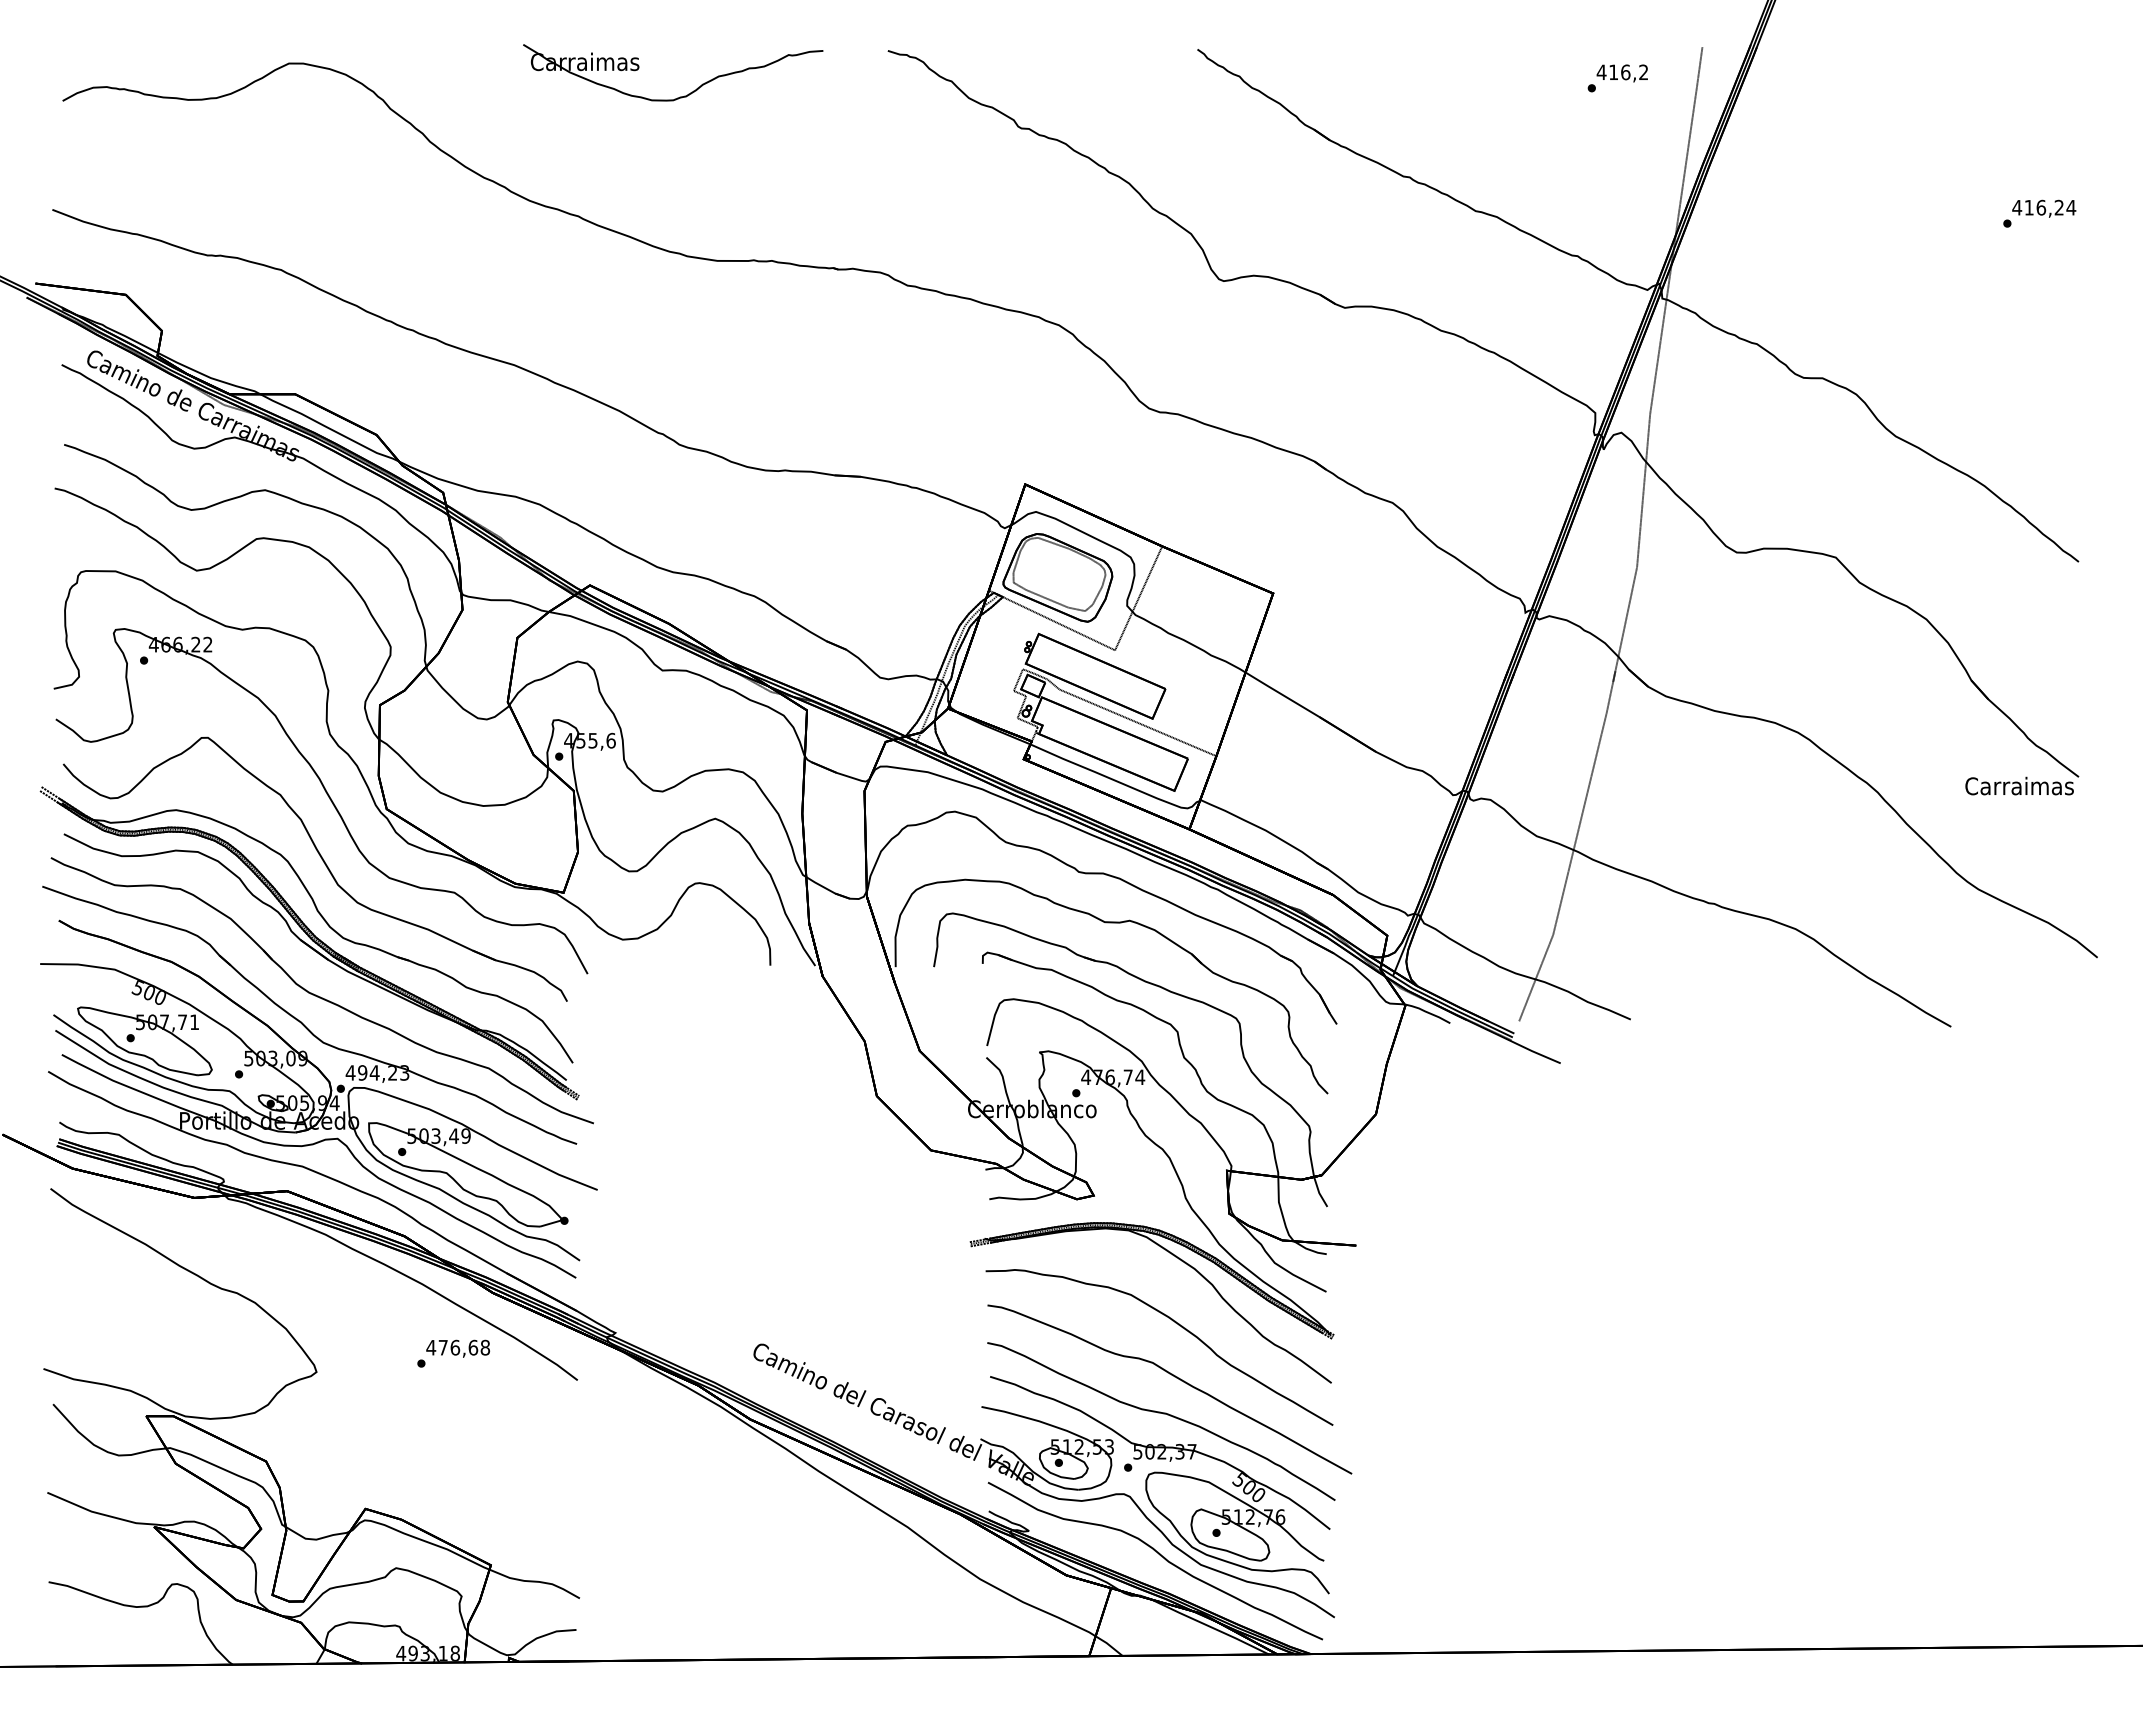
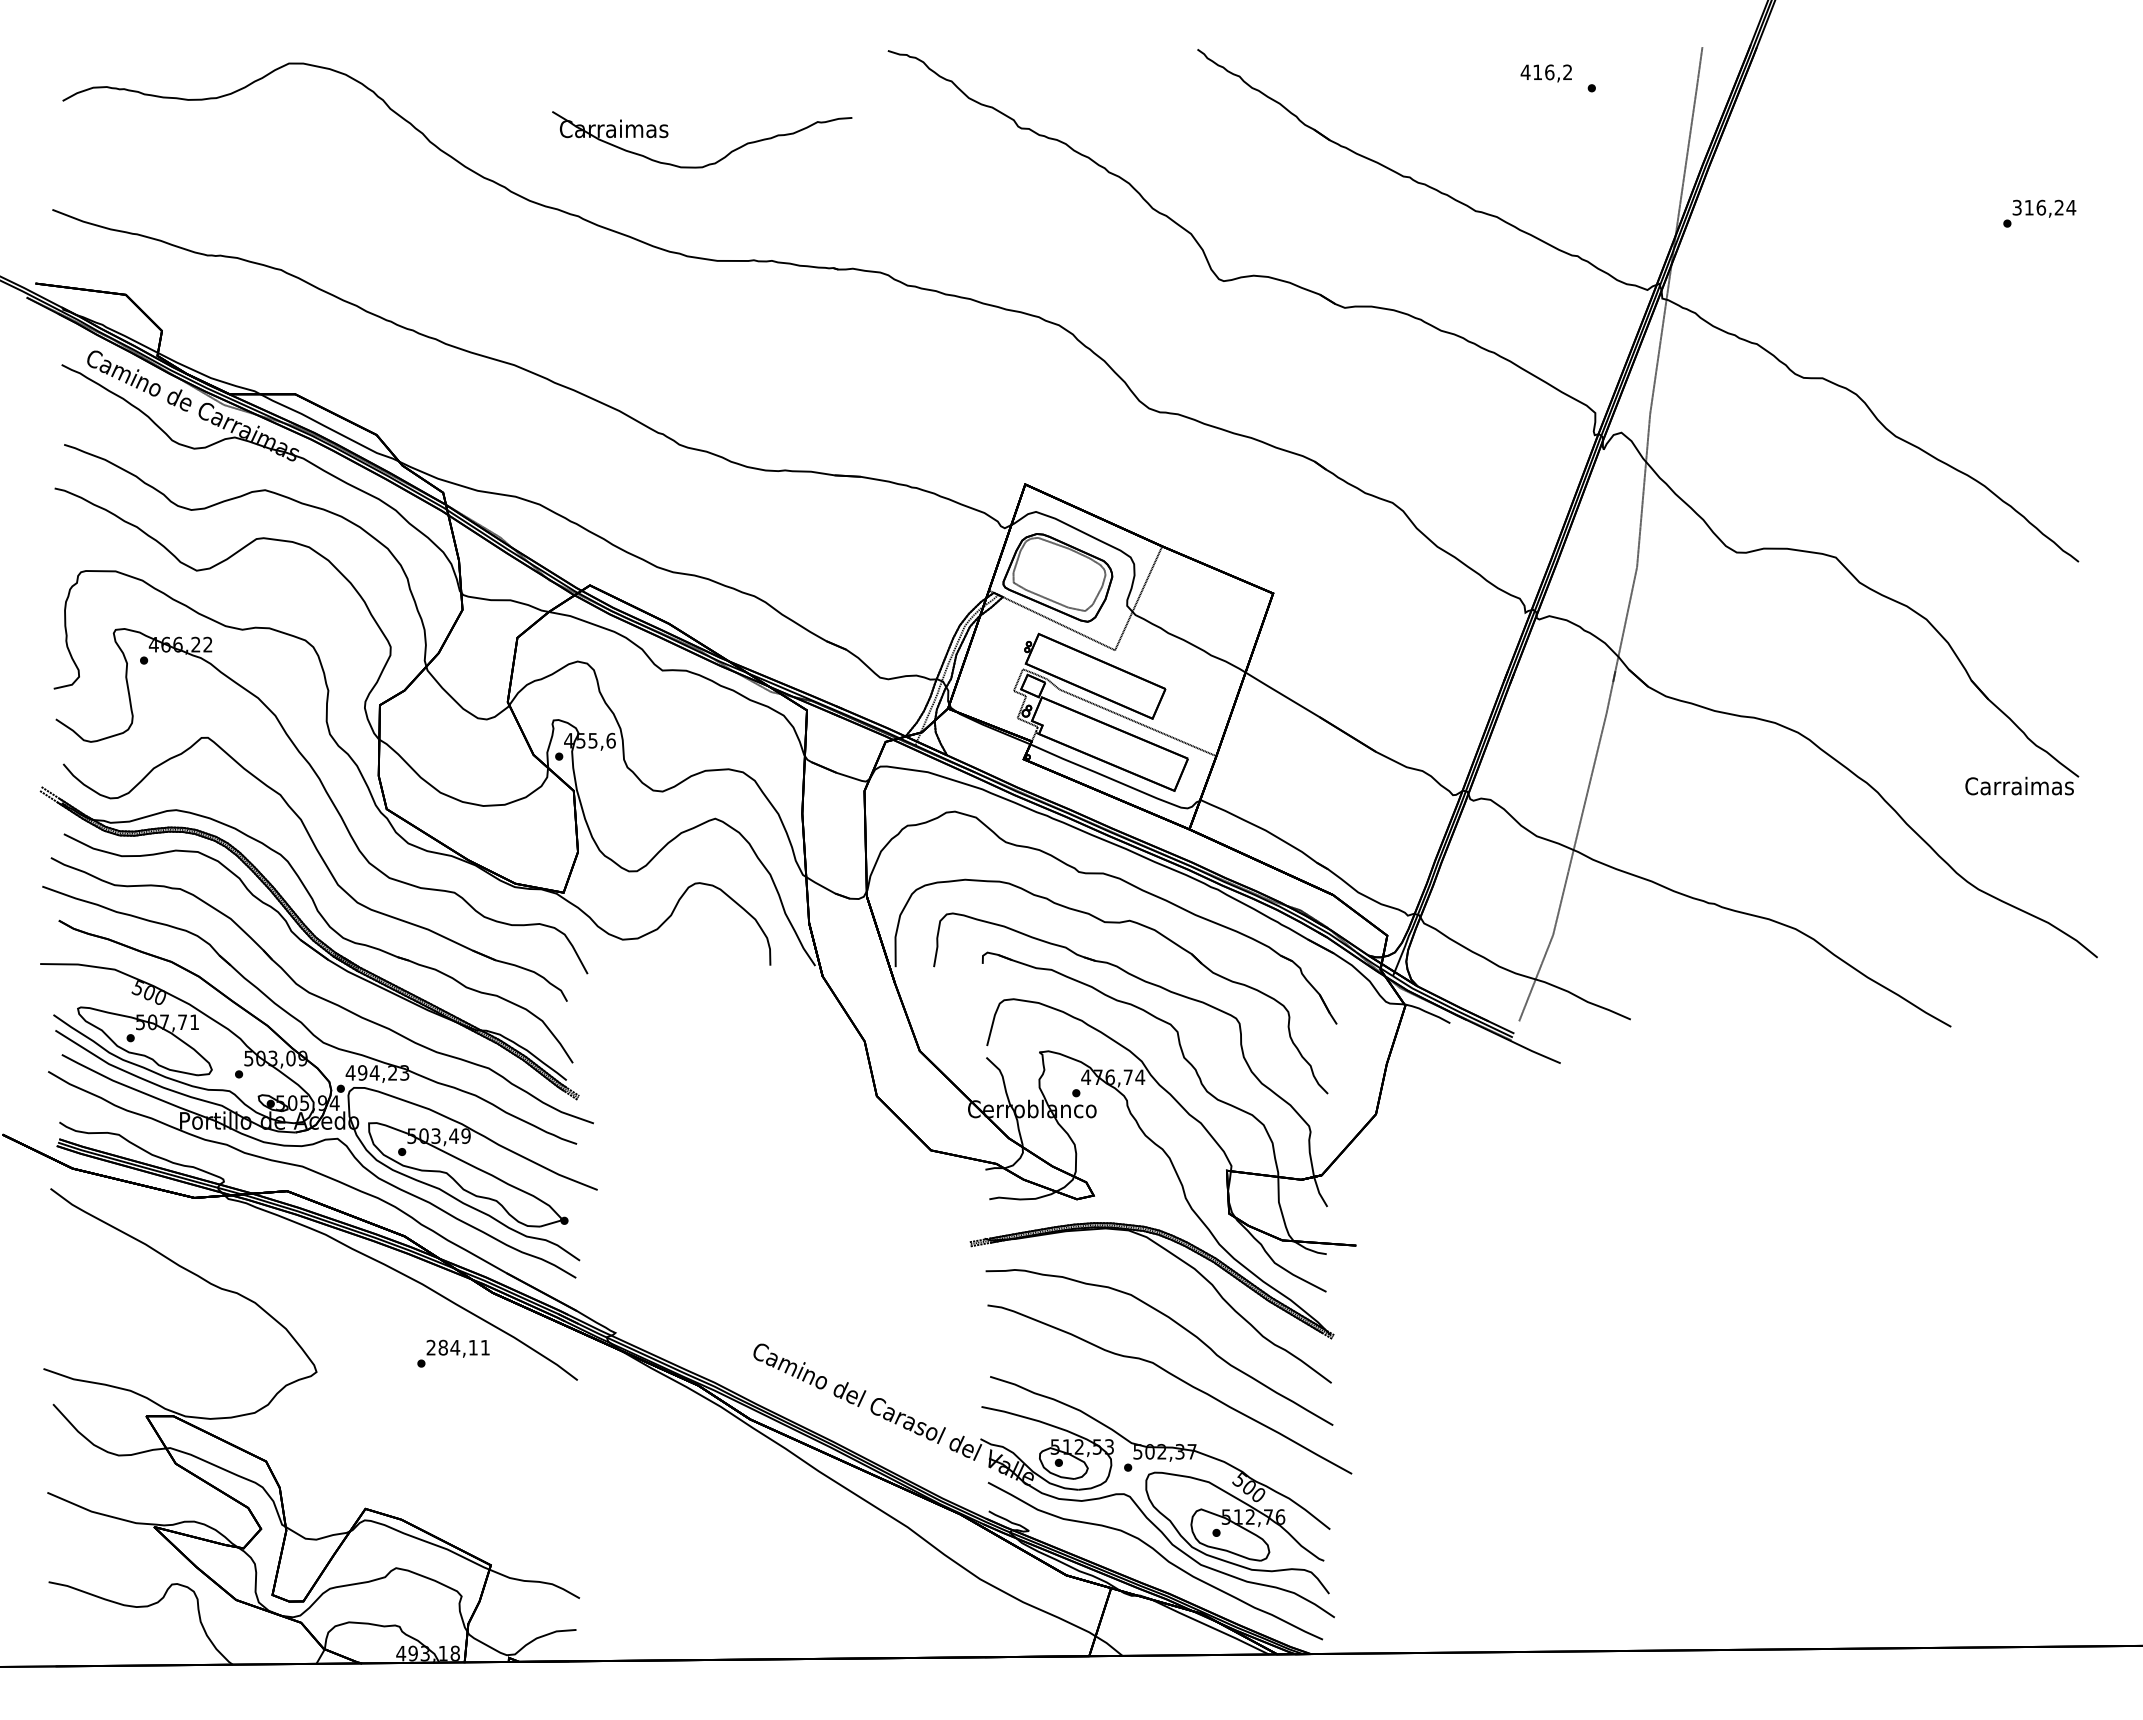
text at (1621, 73) position: (1621, 73) -> (1545, 73)
part at (680, 96) position: (680, 96) -> (709, 163)
text at (2017, 207): 416,24 -> 316,24
text at (458, 1347): 476,68 -> 284,11
curve at (1163, 1414): present -> none
